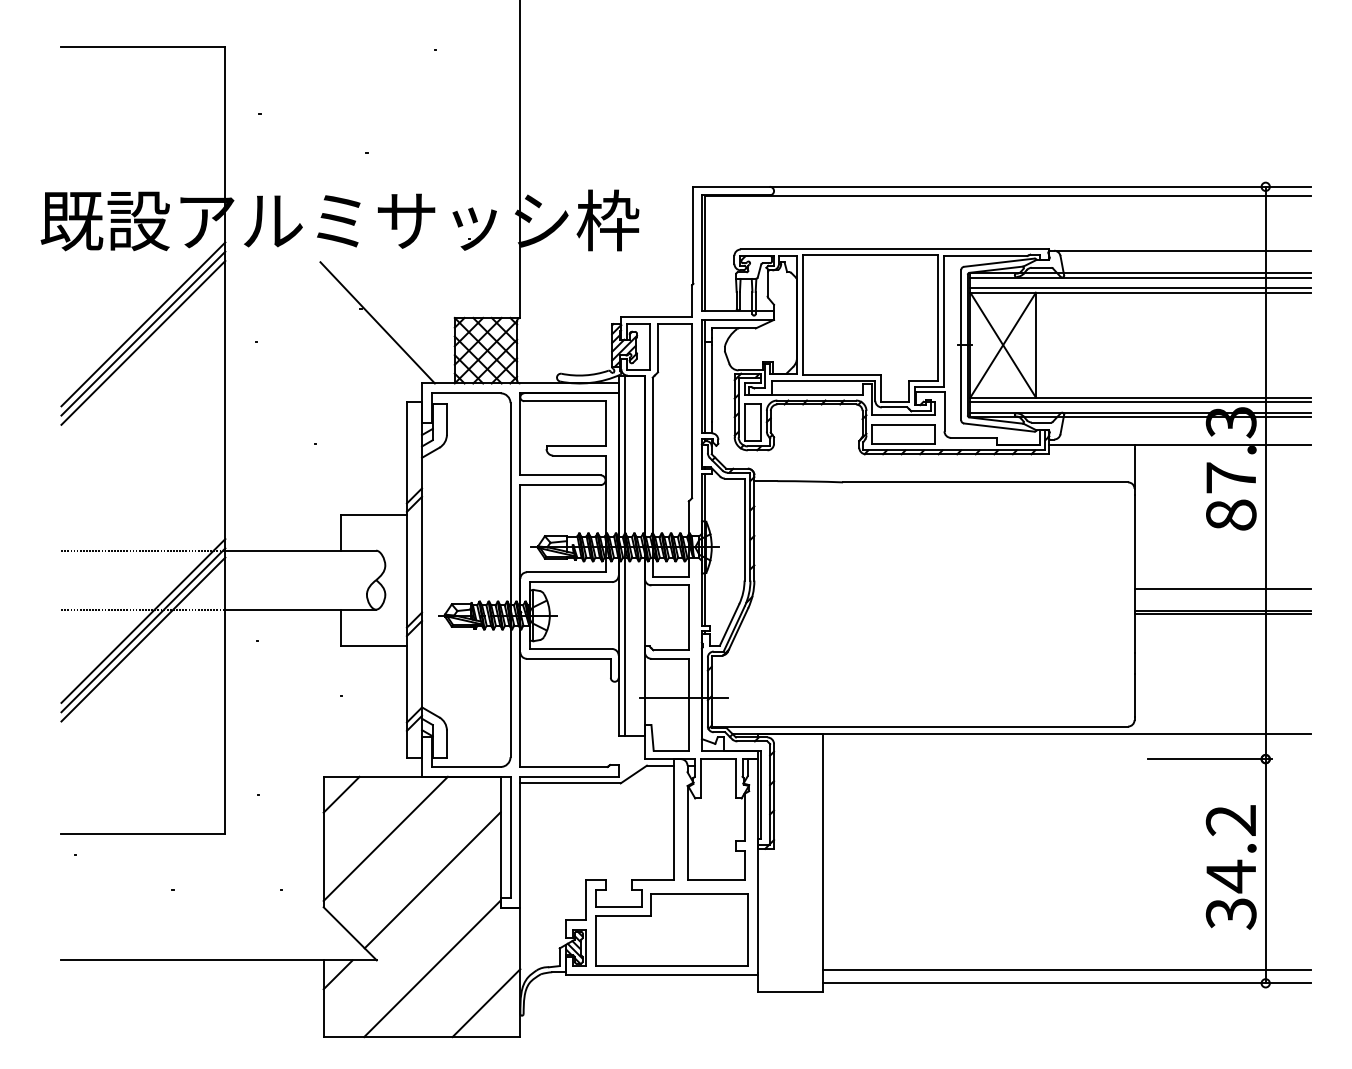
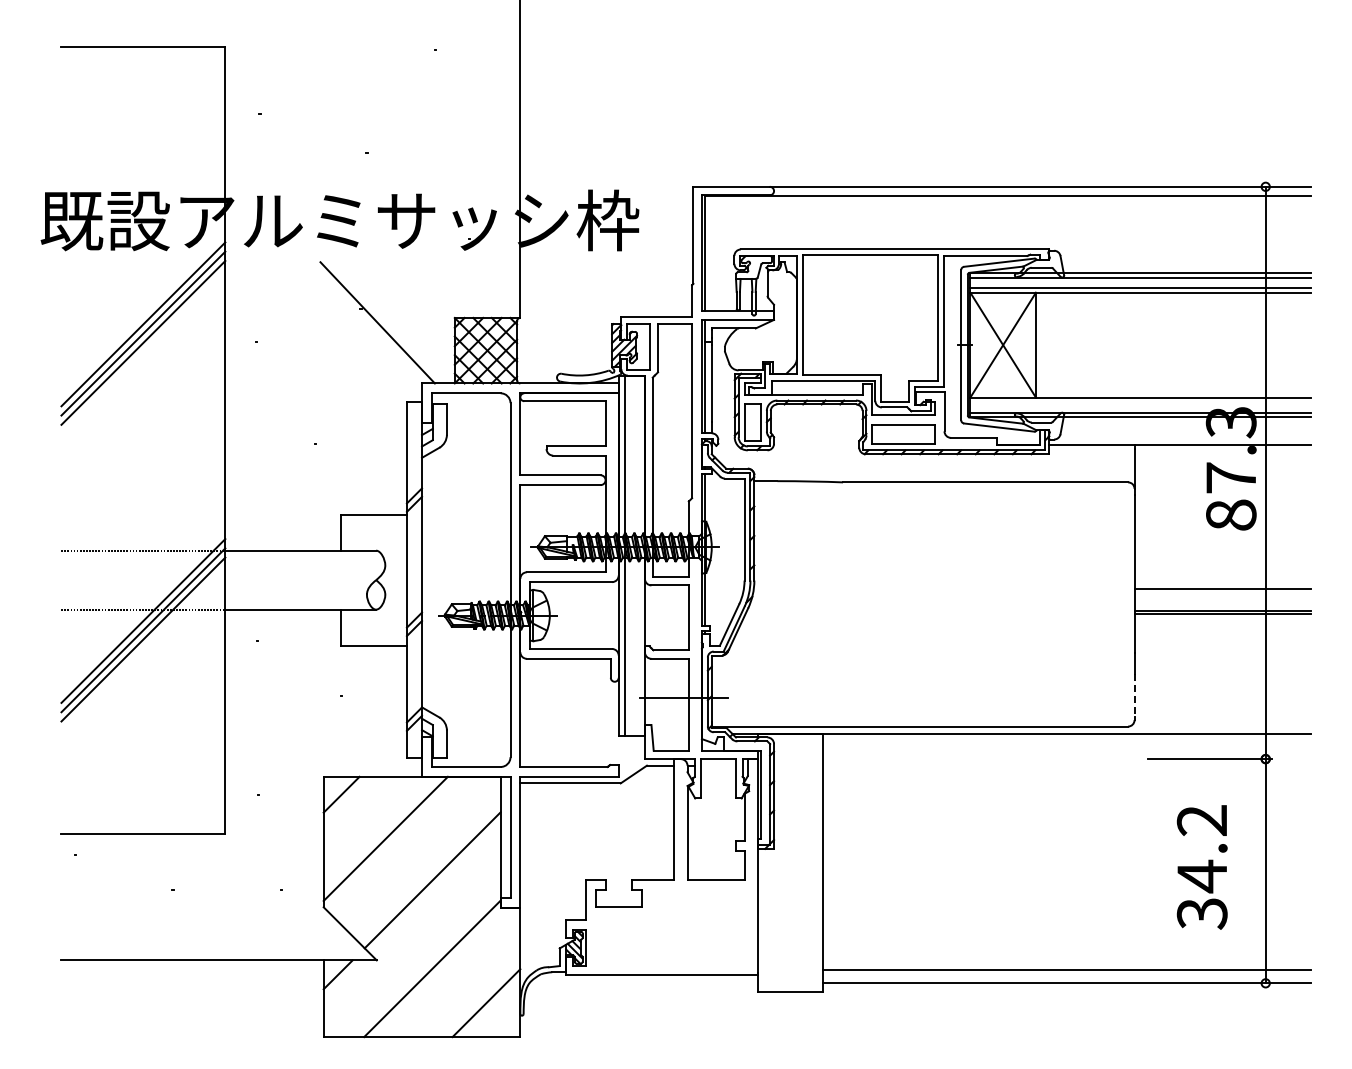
line at (1183, 251): present -> none
line at (1140, 402): present -> none
line at (1134, 695): solid -> dashed
text at (1230, 867) position: (1230, 867) -> (1201, 867)
part at (671, 929): present -> none
